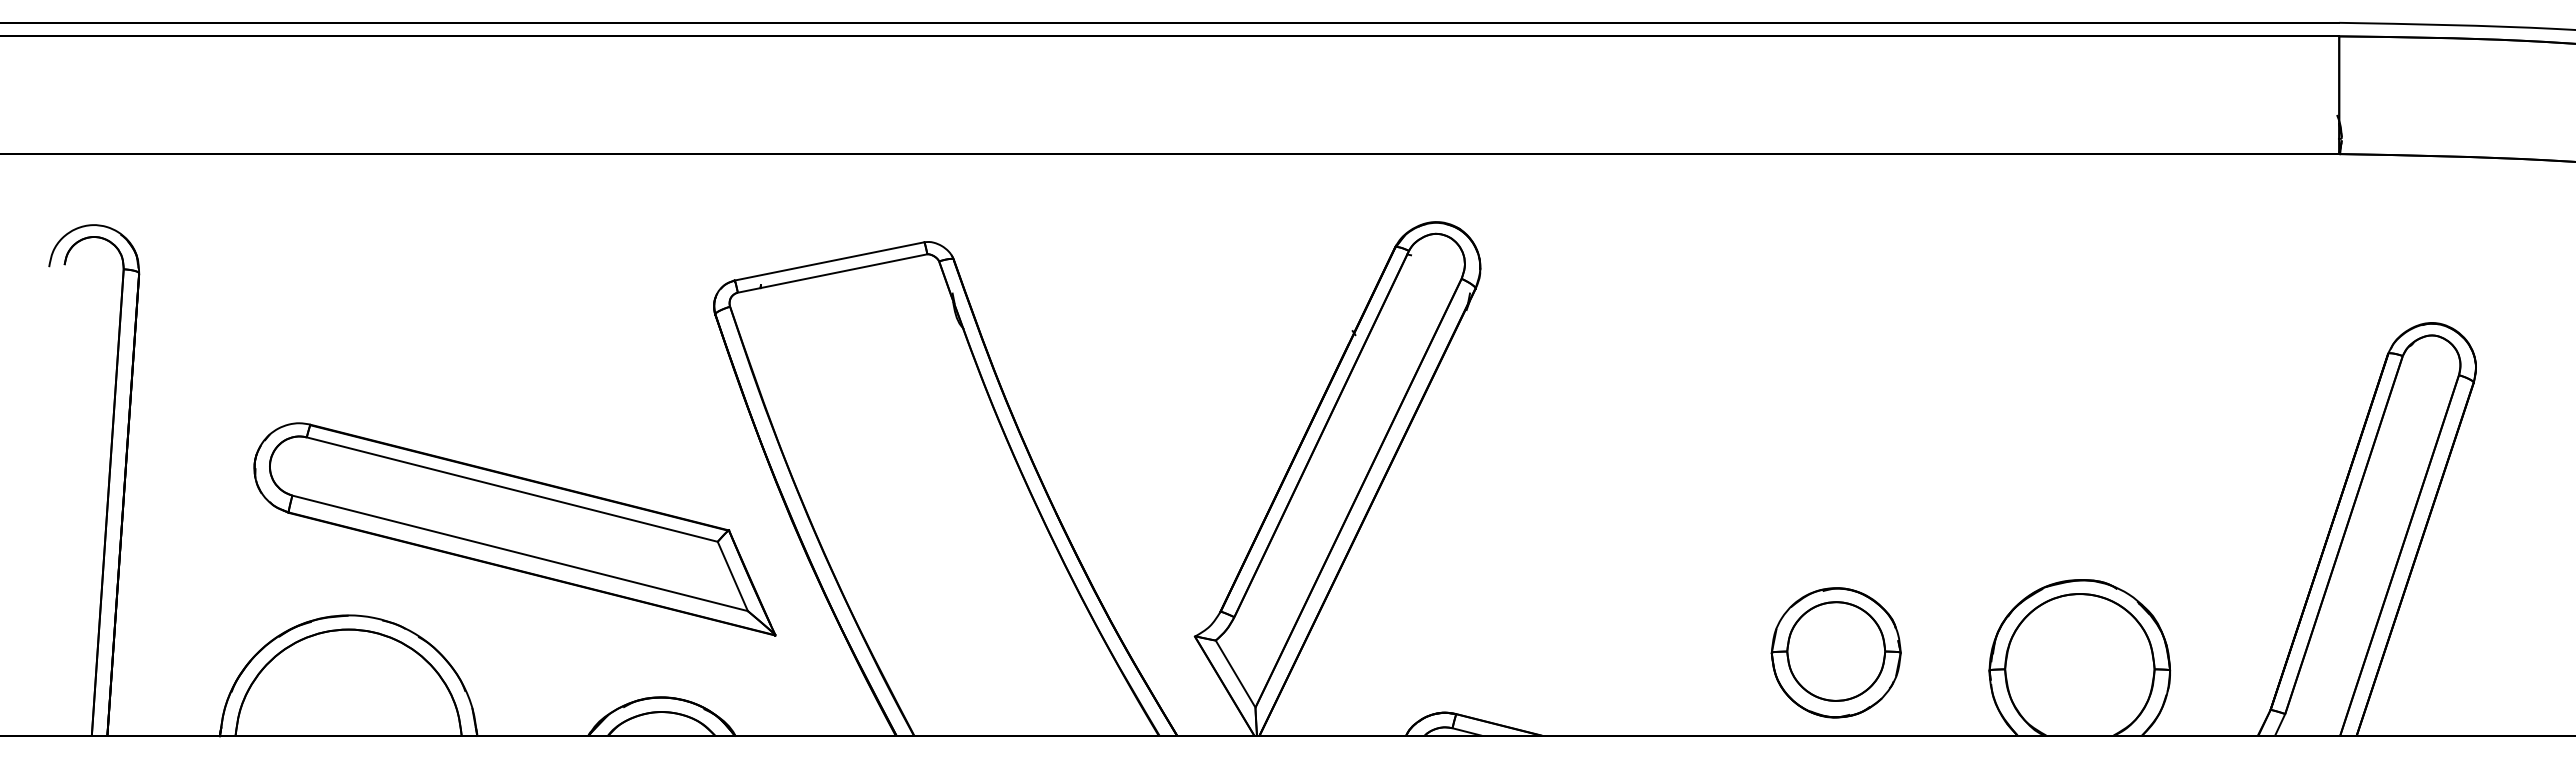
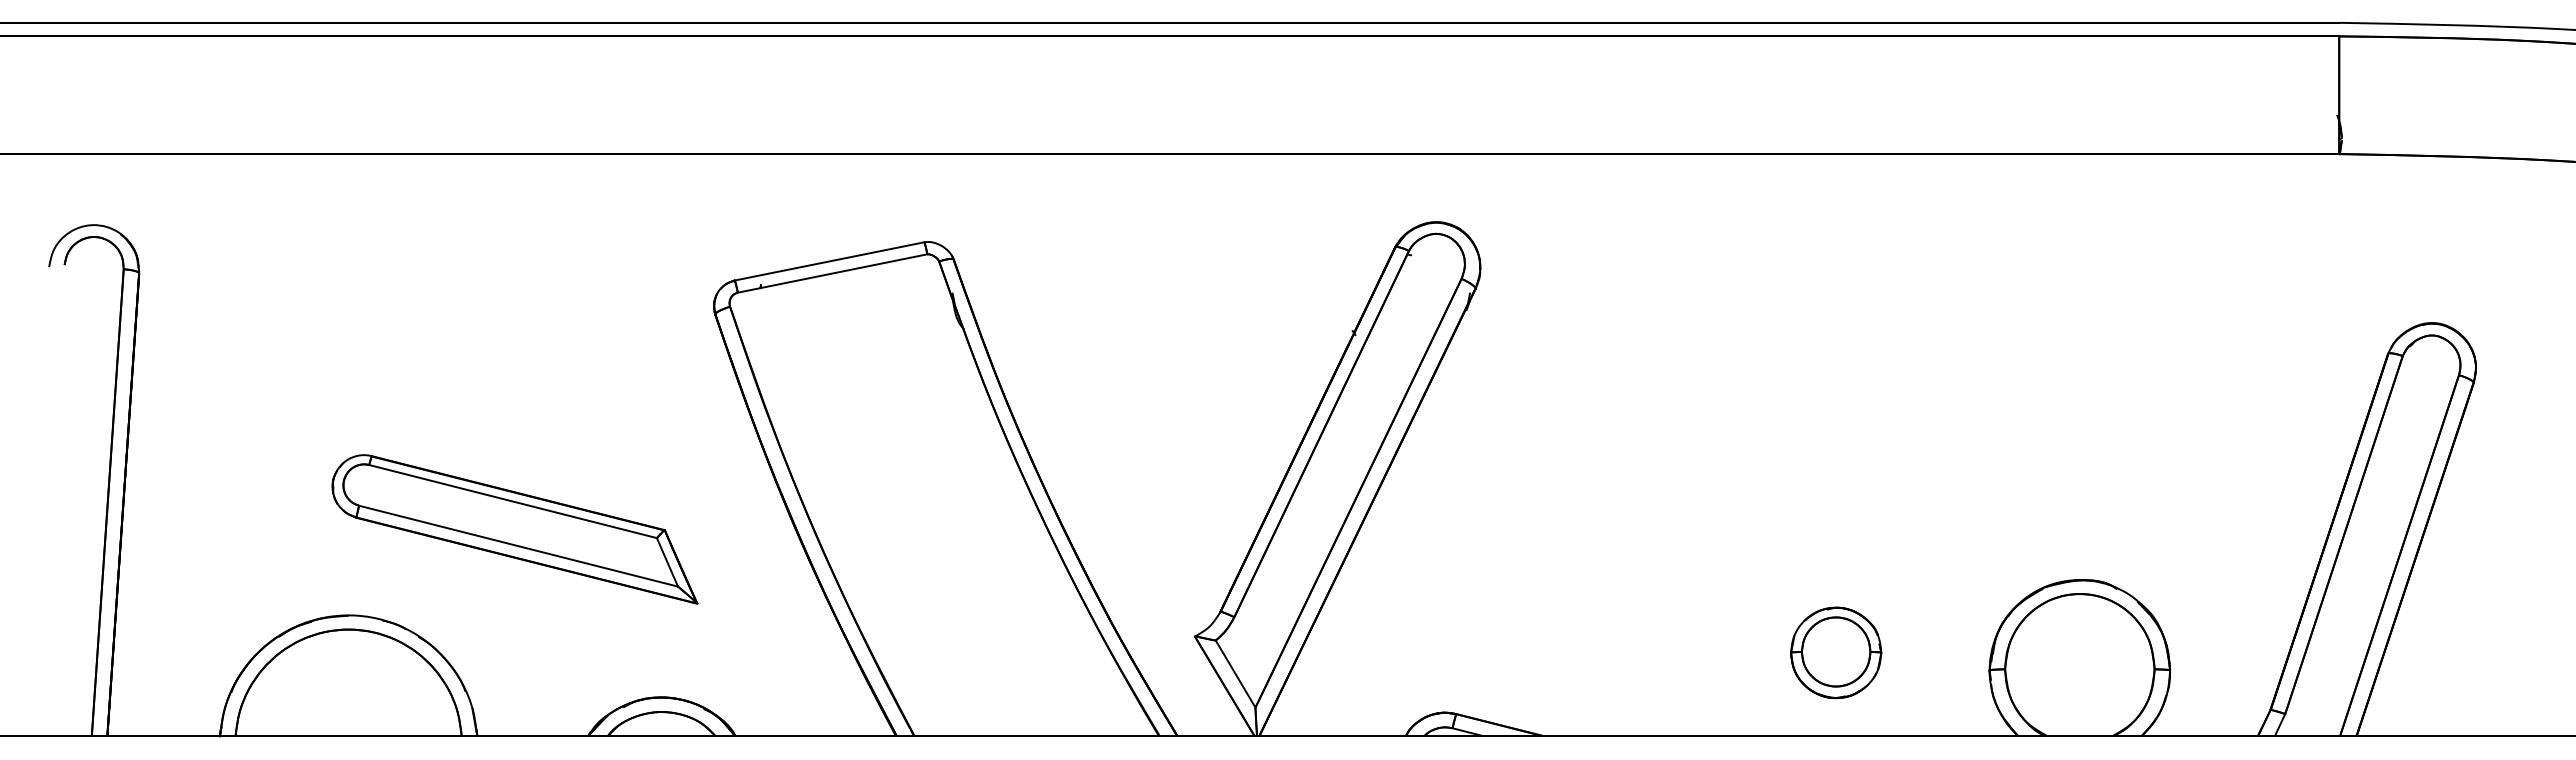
part at (514, 529) size: 524x215 px -> 368x151 px
part at (1835, 652) size: 132x132 px -> 93x94 px
